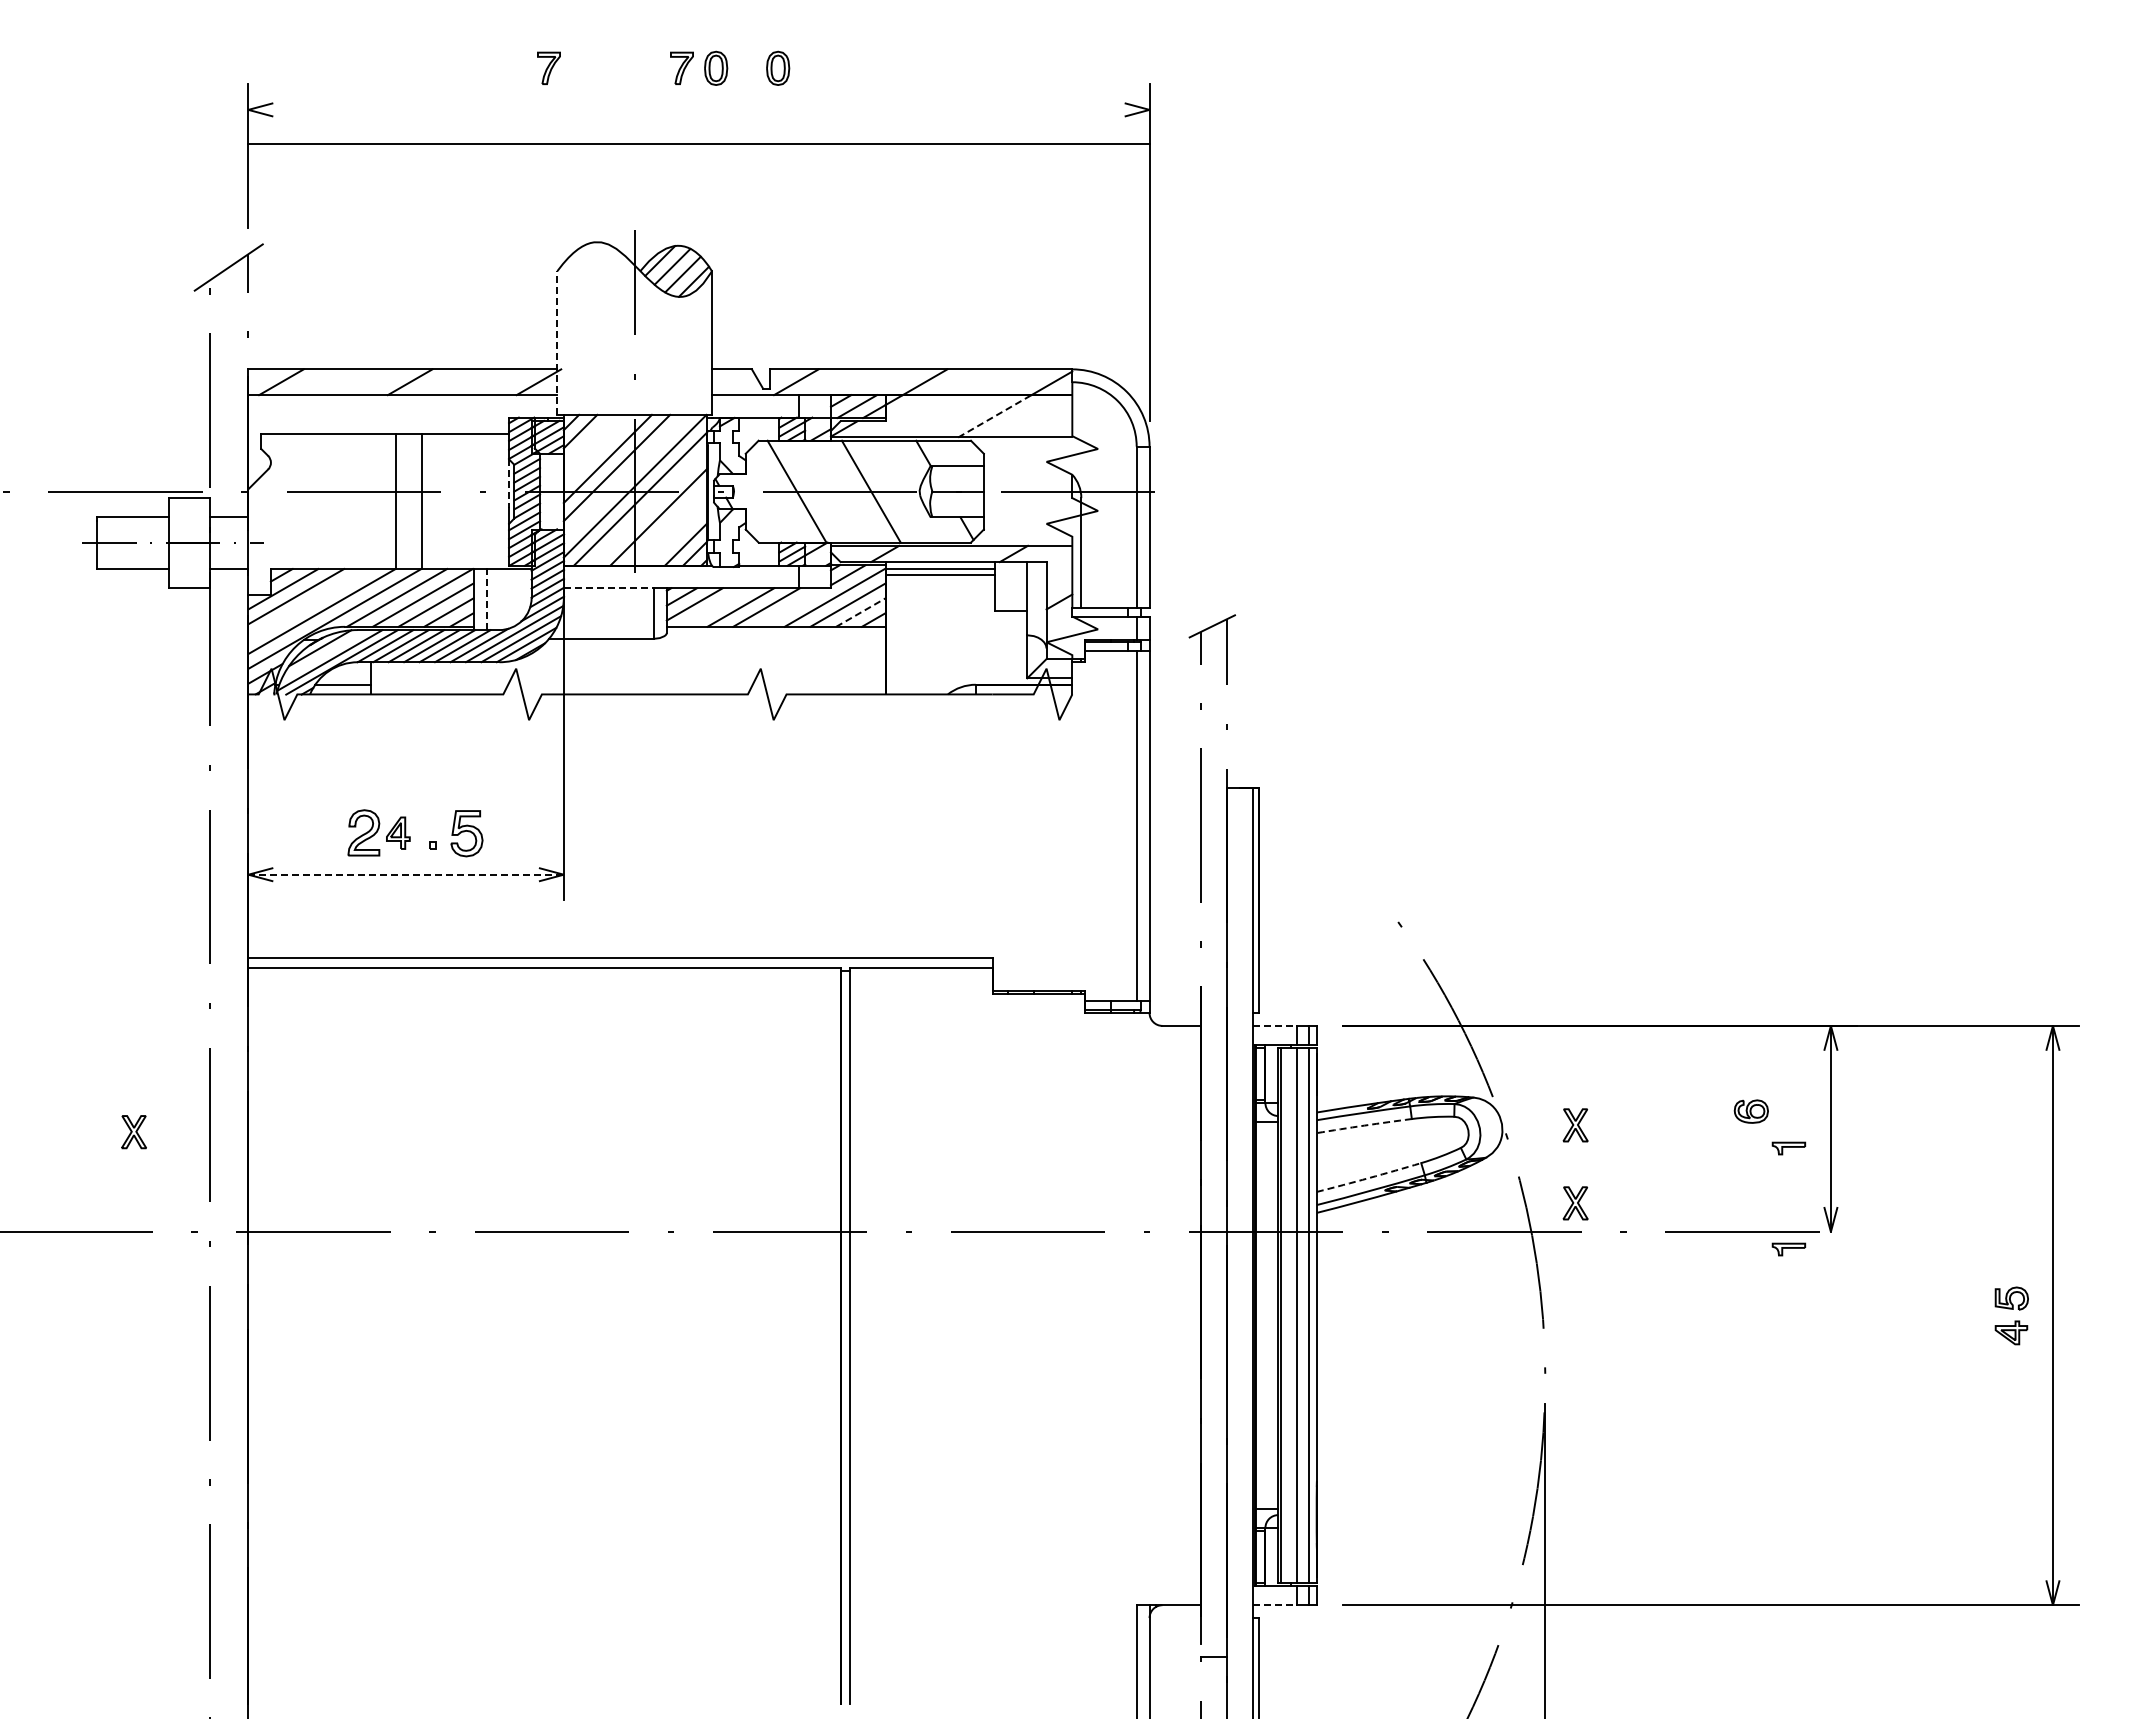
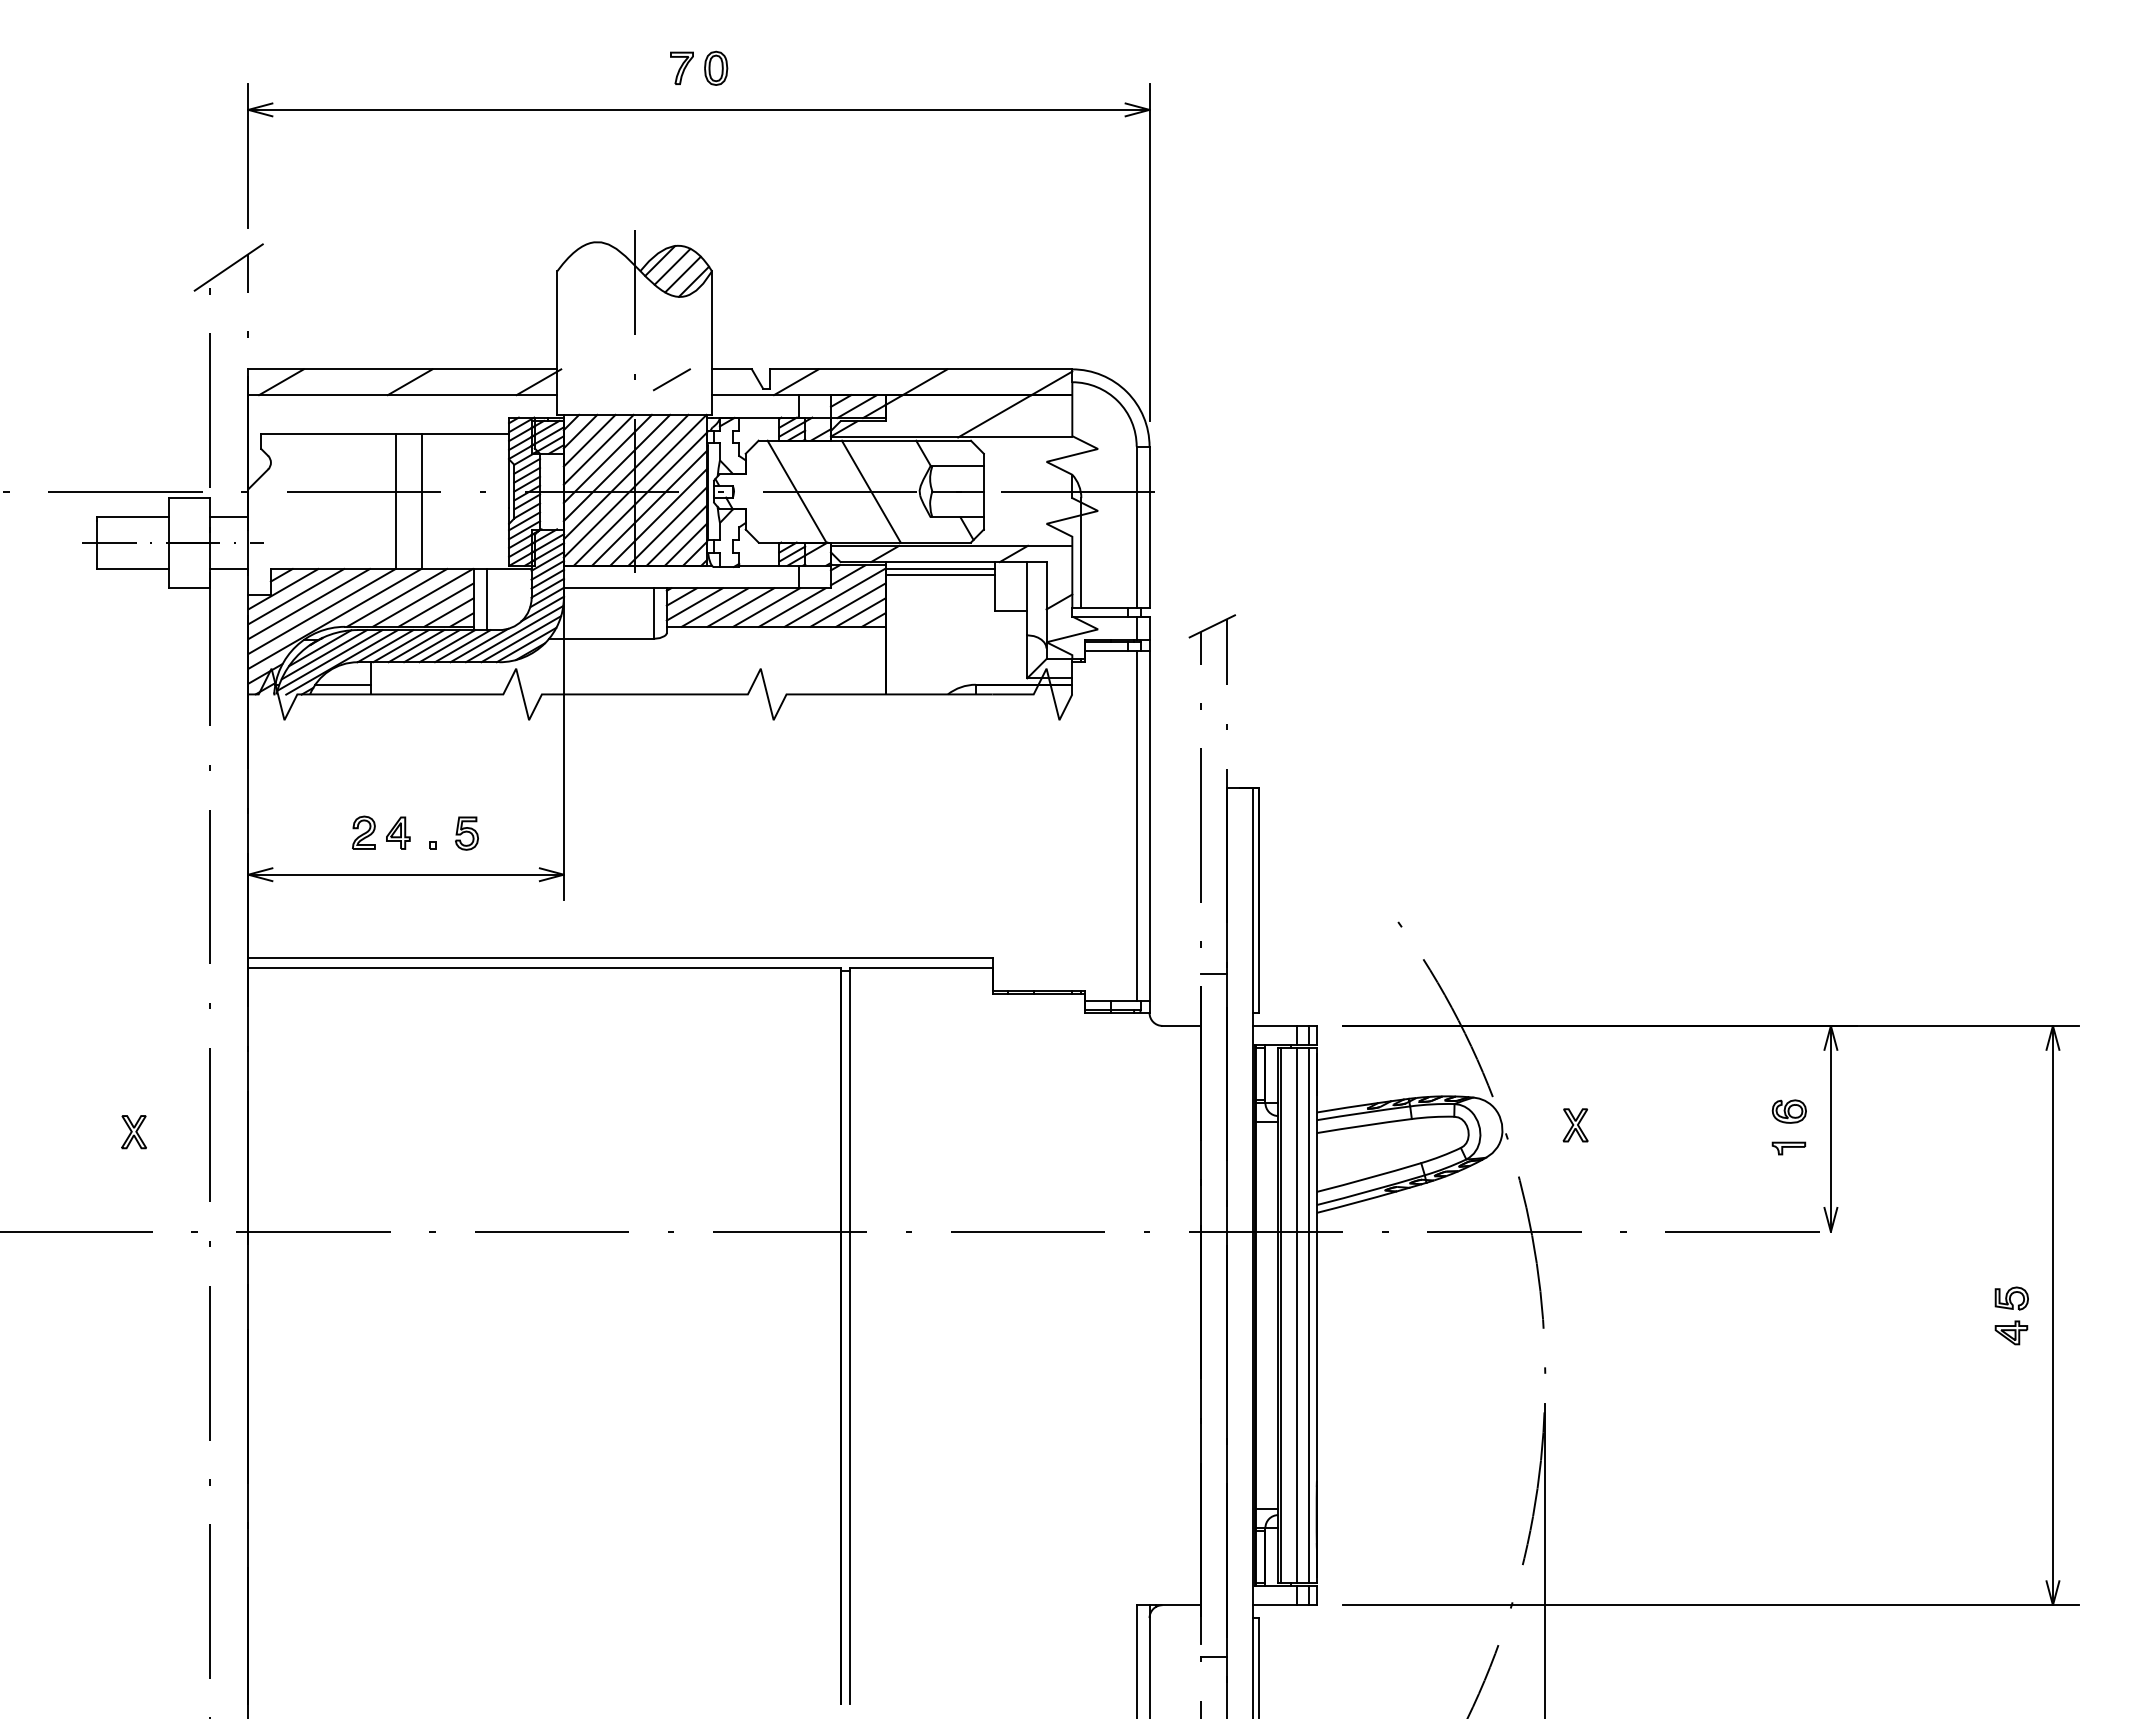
part at (548, 67): present -> none
part at (778, 67): present -> none
line at (698, 143) position: (698, 143) -> (698, 109)
line at (557, 343): dashed -> solid
line at (671, 379): none -> present
line at (995, 416): dashed -> solid
line at (589, 440): none -> present
line at (598, 449): none -> present
line at (625, 476): none -> present
line at (509, 483): dashed -> solid
line at (649, 507): none -> present
line at (667, 526): none -> present
line at (676, 535): none -> present
line at (609, 588): dashed -> solid
line at (486, 599): dashed -> solid
line at (308, 604): none -> present
line at (714, 607): none -> present
line at (791, 607): none -> present
line at (860, 612): dashed -> solid
line at (324, 654): none -> present
part at (363, 832) size: 34x48 px -> 24x35 px
part at (466, 833) size: 34x48 px -> 24x35 px
line at (406, 874): dashed -> solid
line at (1213, 974): none -> present
line at (1274, 1025): dashed -> solid
part at (1750, 1111) position: (1750, 1111) -> (1788, 1111)
arc at (1364, 1125): dashed -> solid
arc at (1369, 1178): dashed -> solid
part at (1575, 1203): present -> none
part at (1788, 1249): present -> none
line at (1274, 1605): dashed -> solid
